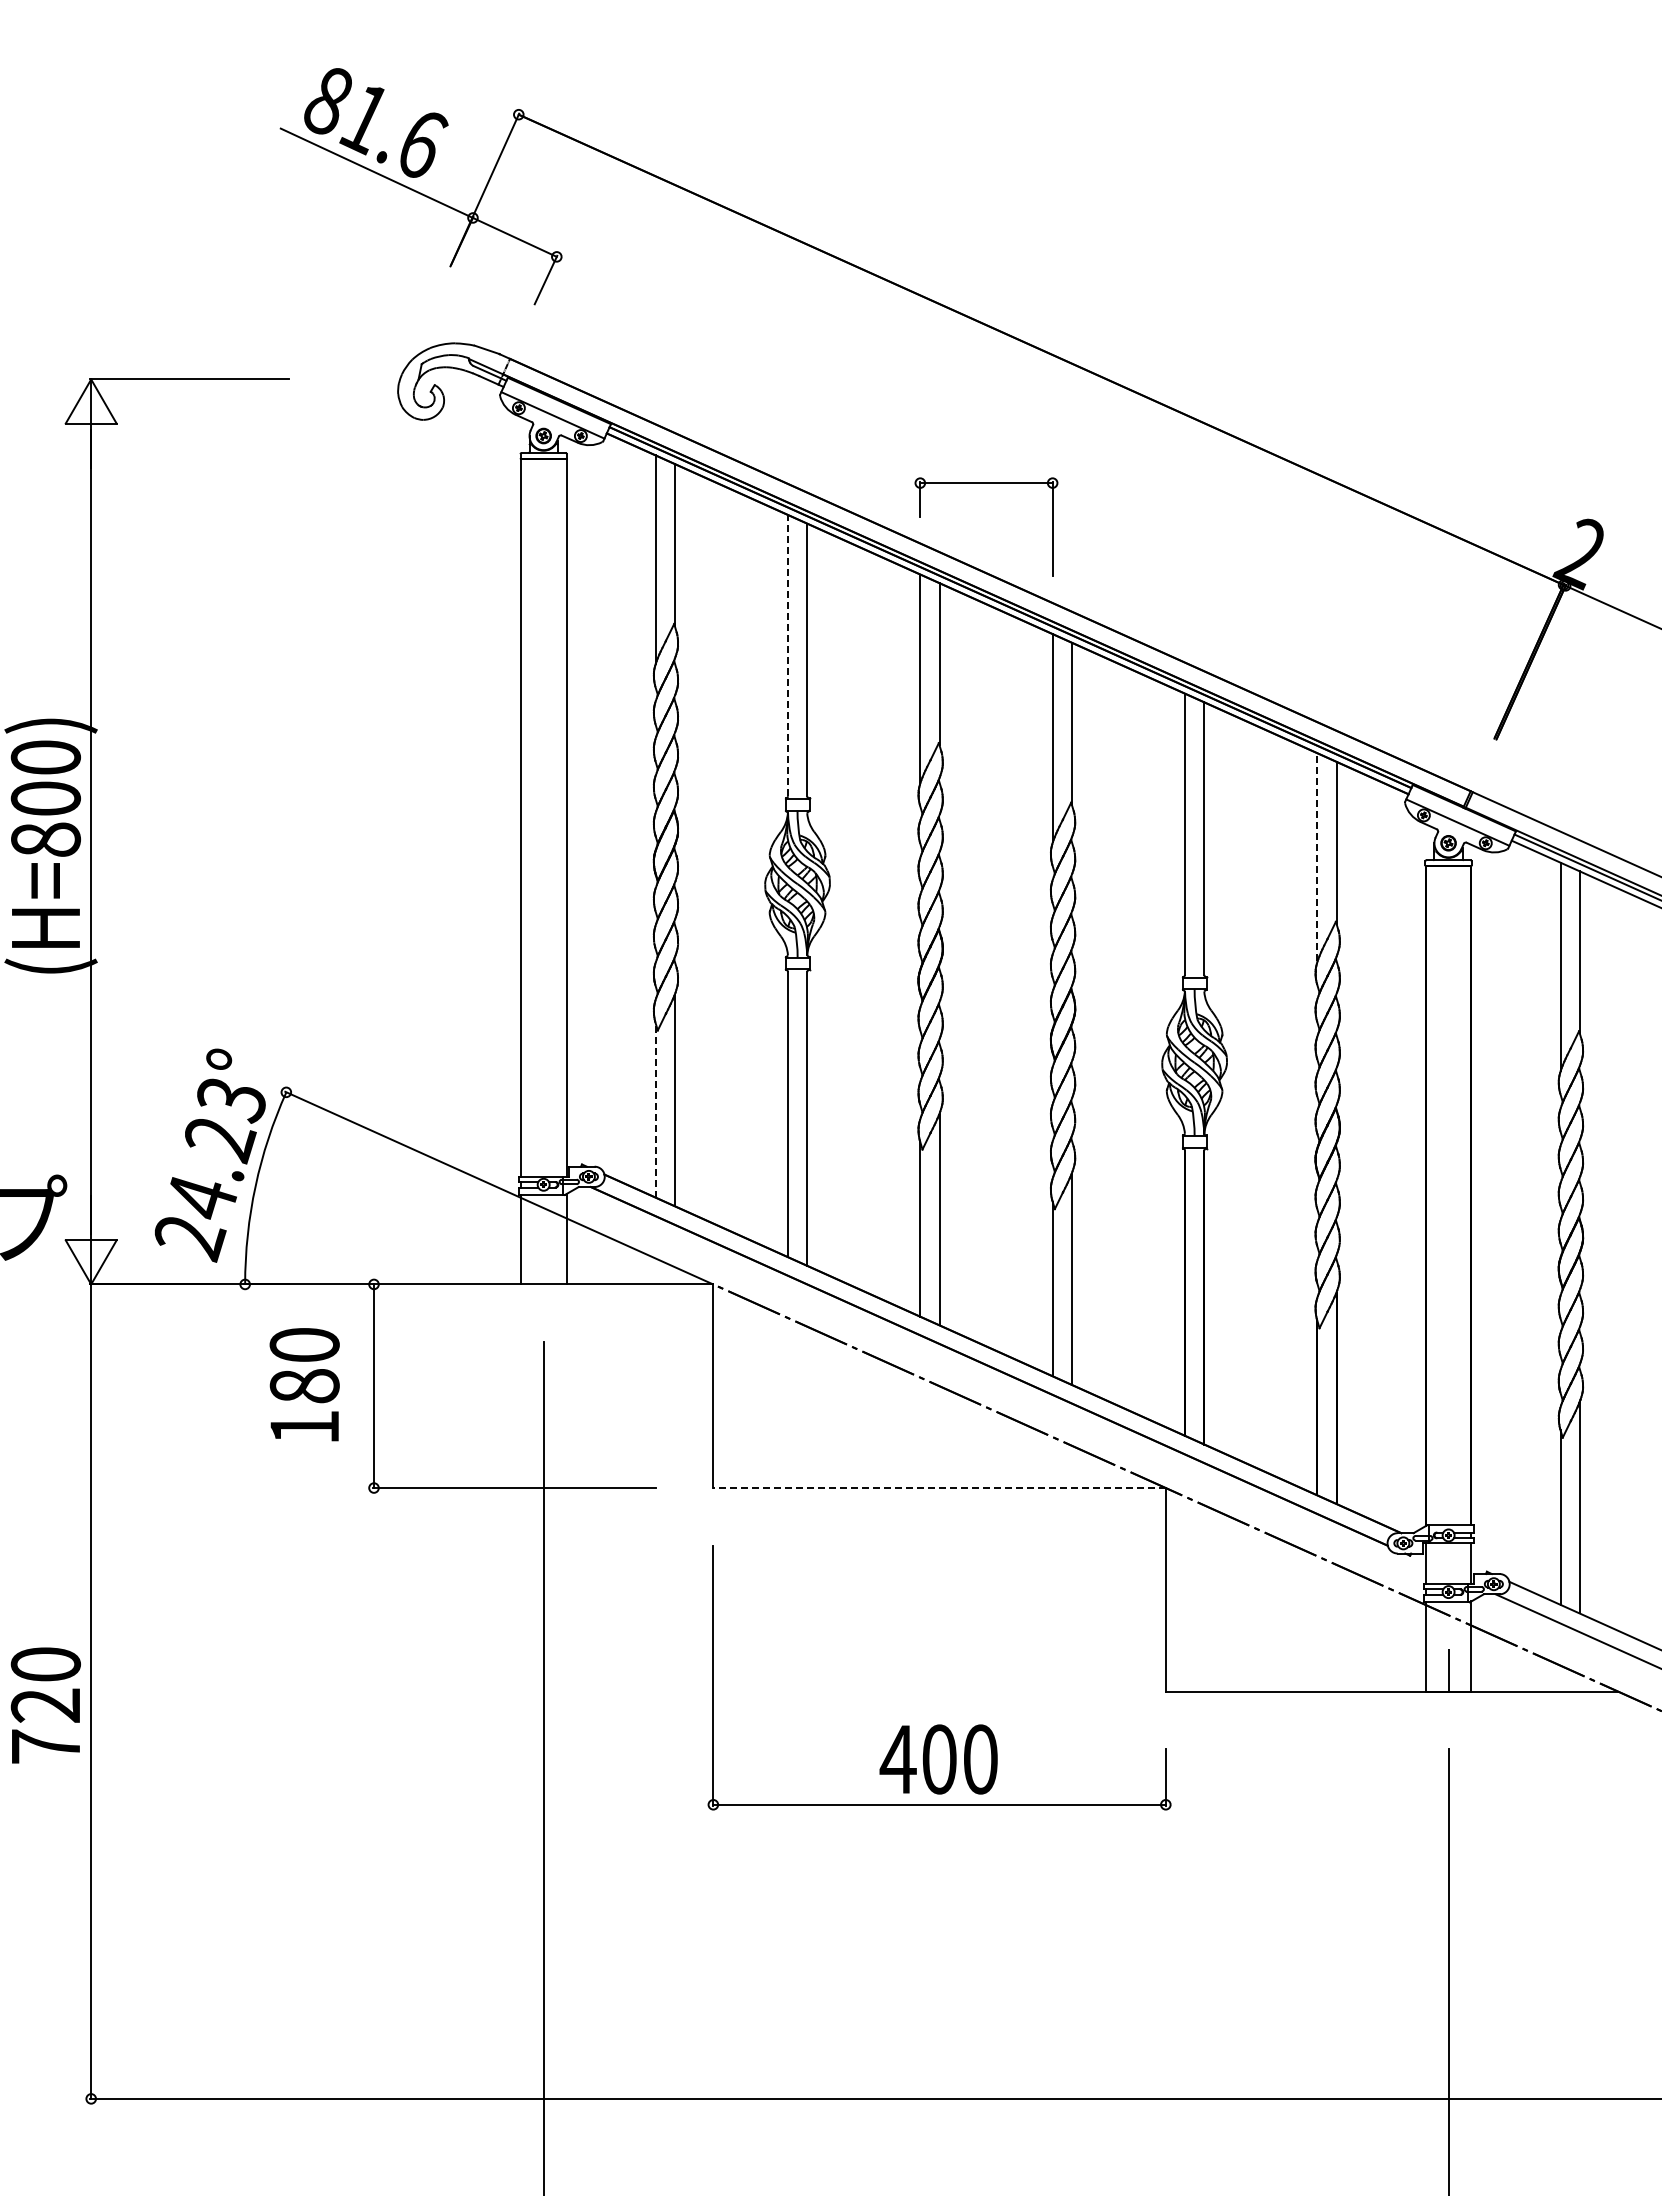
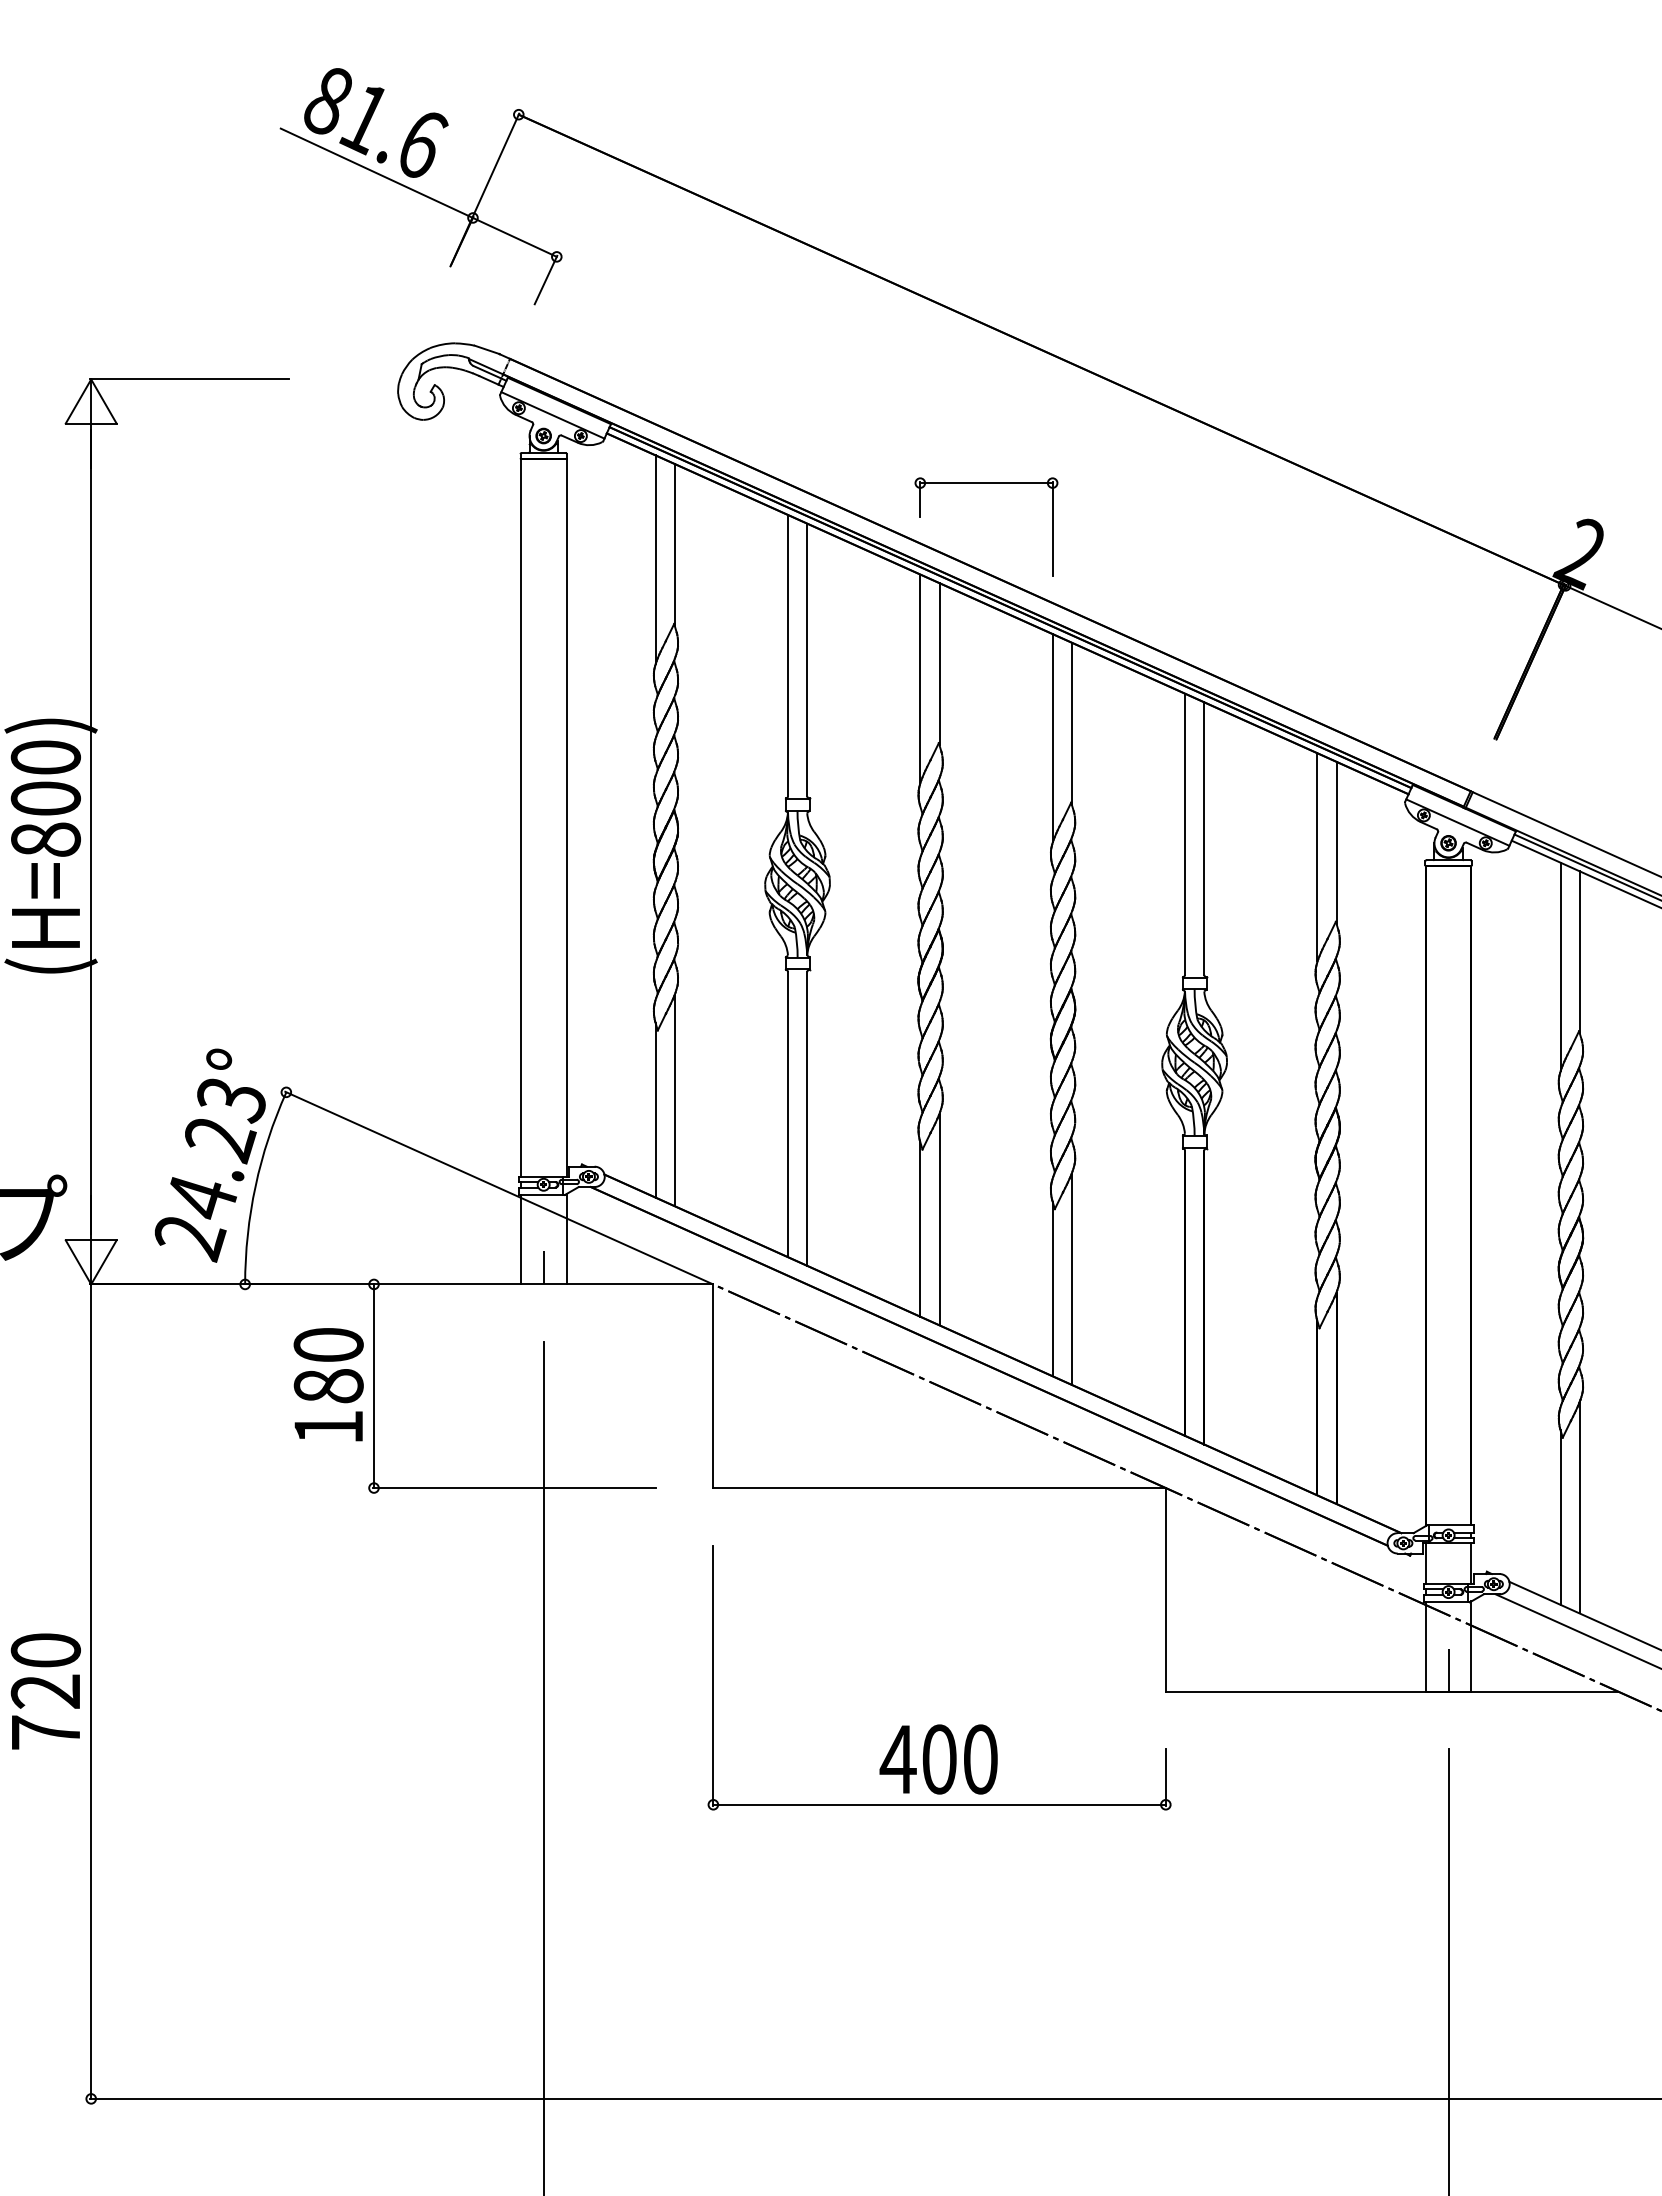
line at (788, 655): dashed -> solid
line at (1317, 856): dashed -> solid
line at (655, 1109): dashed -> solid
line at (543, 1267): none -> present
text at (304, 1384) position: (304, 1384) -> (328, 1384)
line at (939, 1488): dashed -> solid
text at (45, 1705) position: (45, 1705) -> (45, 1691)
